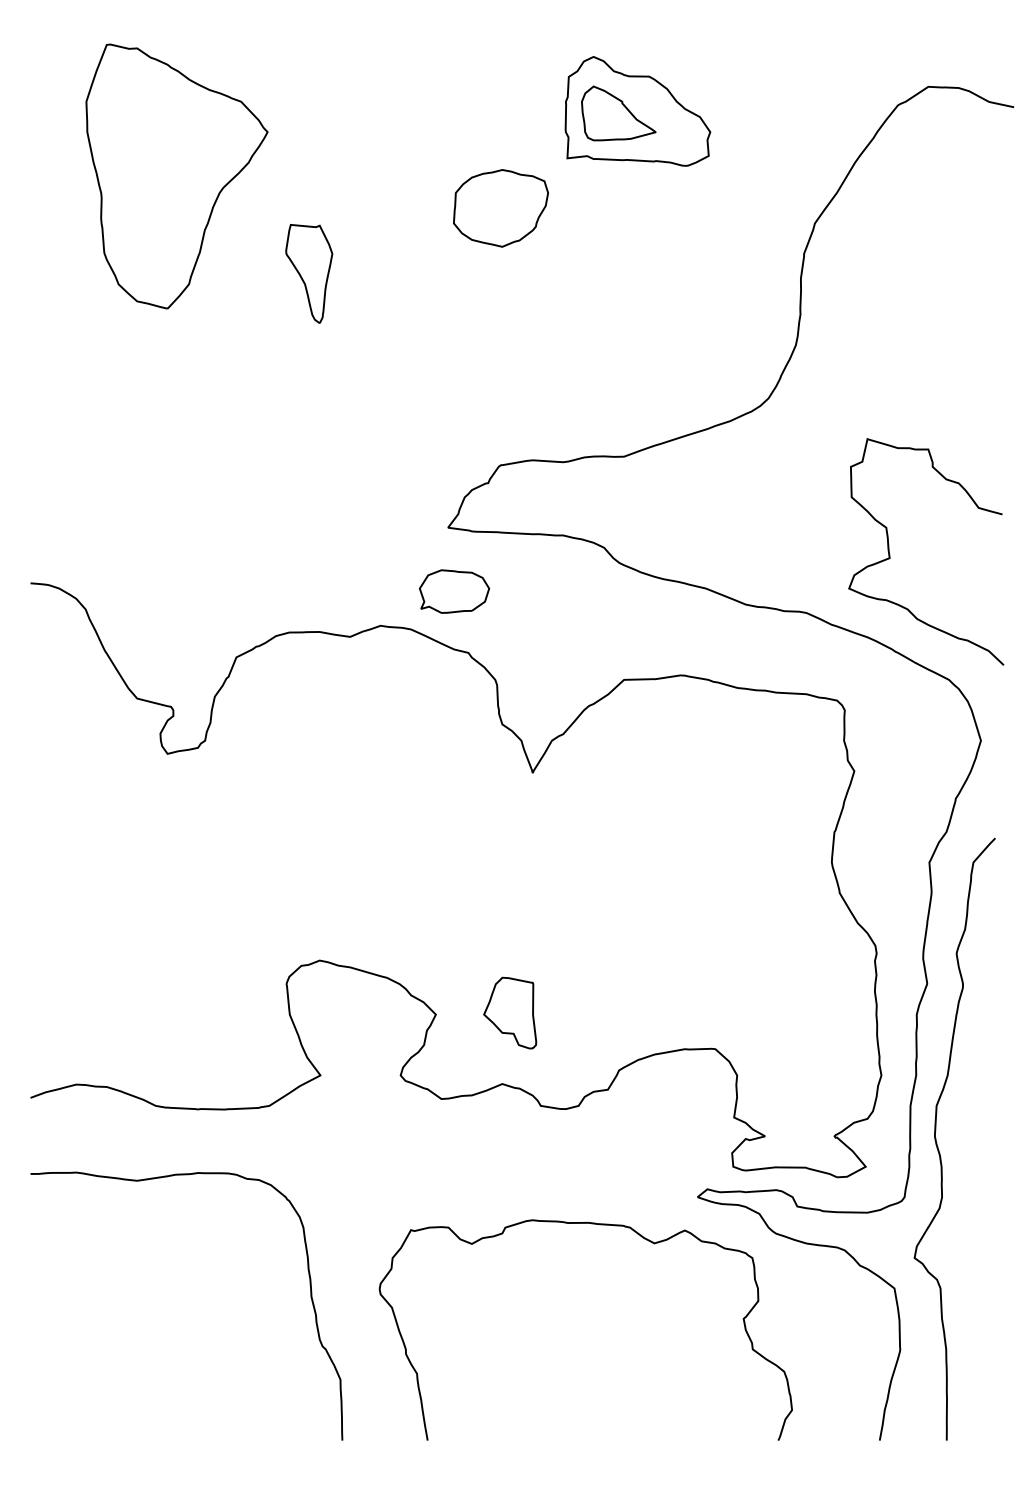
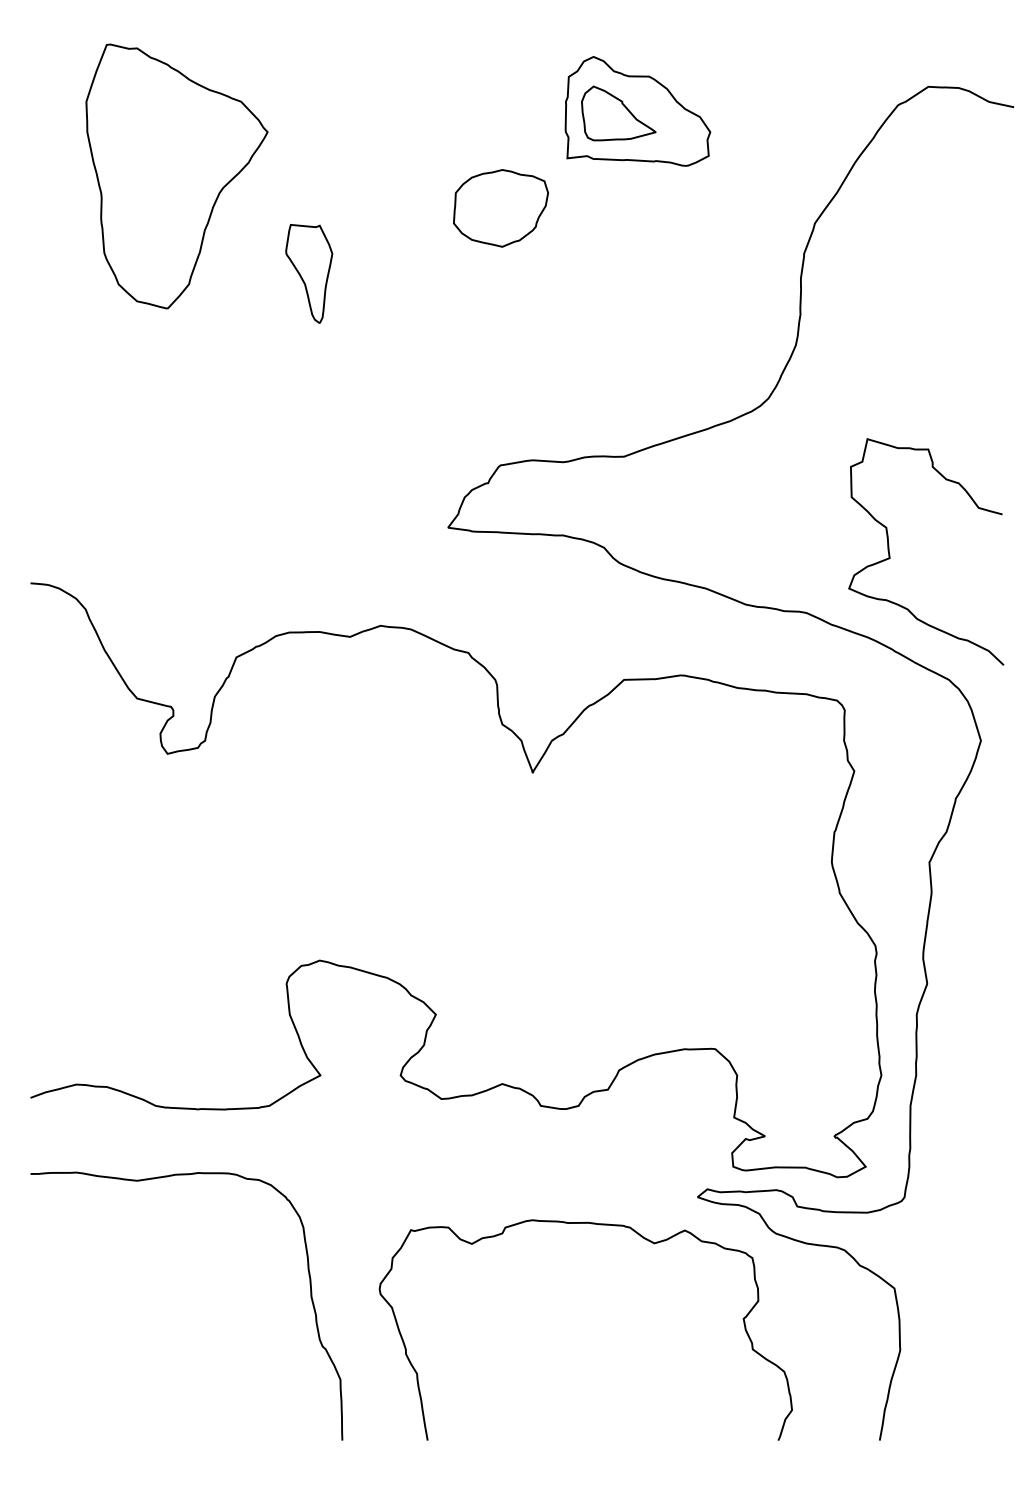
part at (454, 591): present -> none
part at (510, 1012): present -> none
curve at (937, 1143): present -> none
